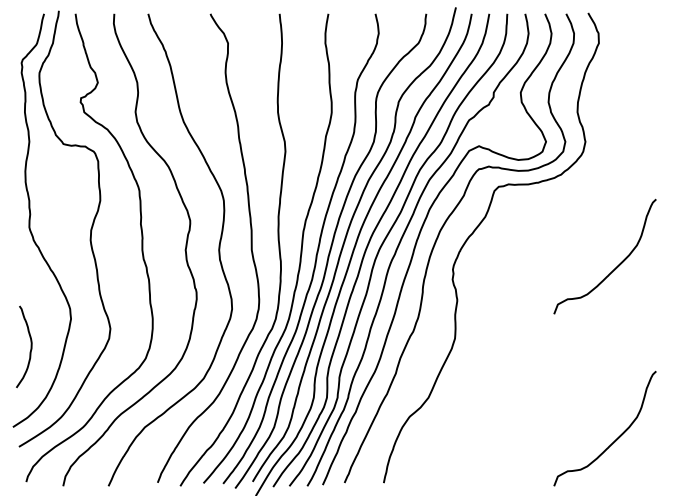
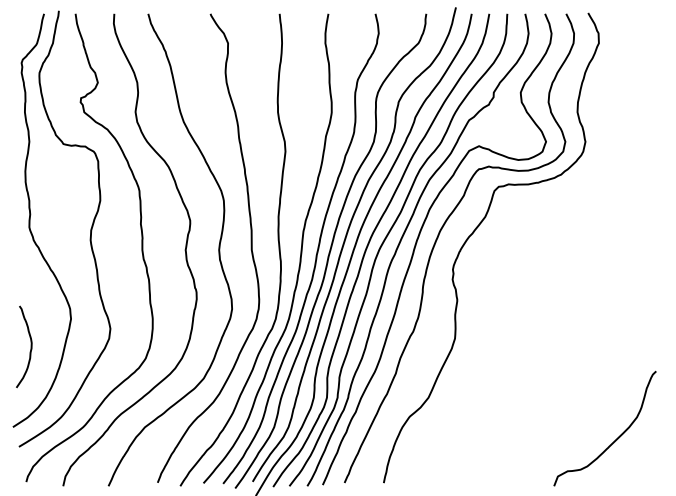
curve at (615, 267): present -> none
